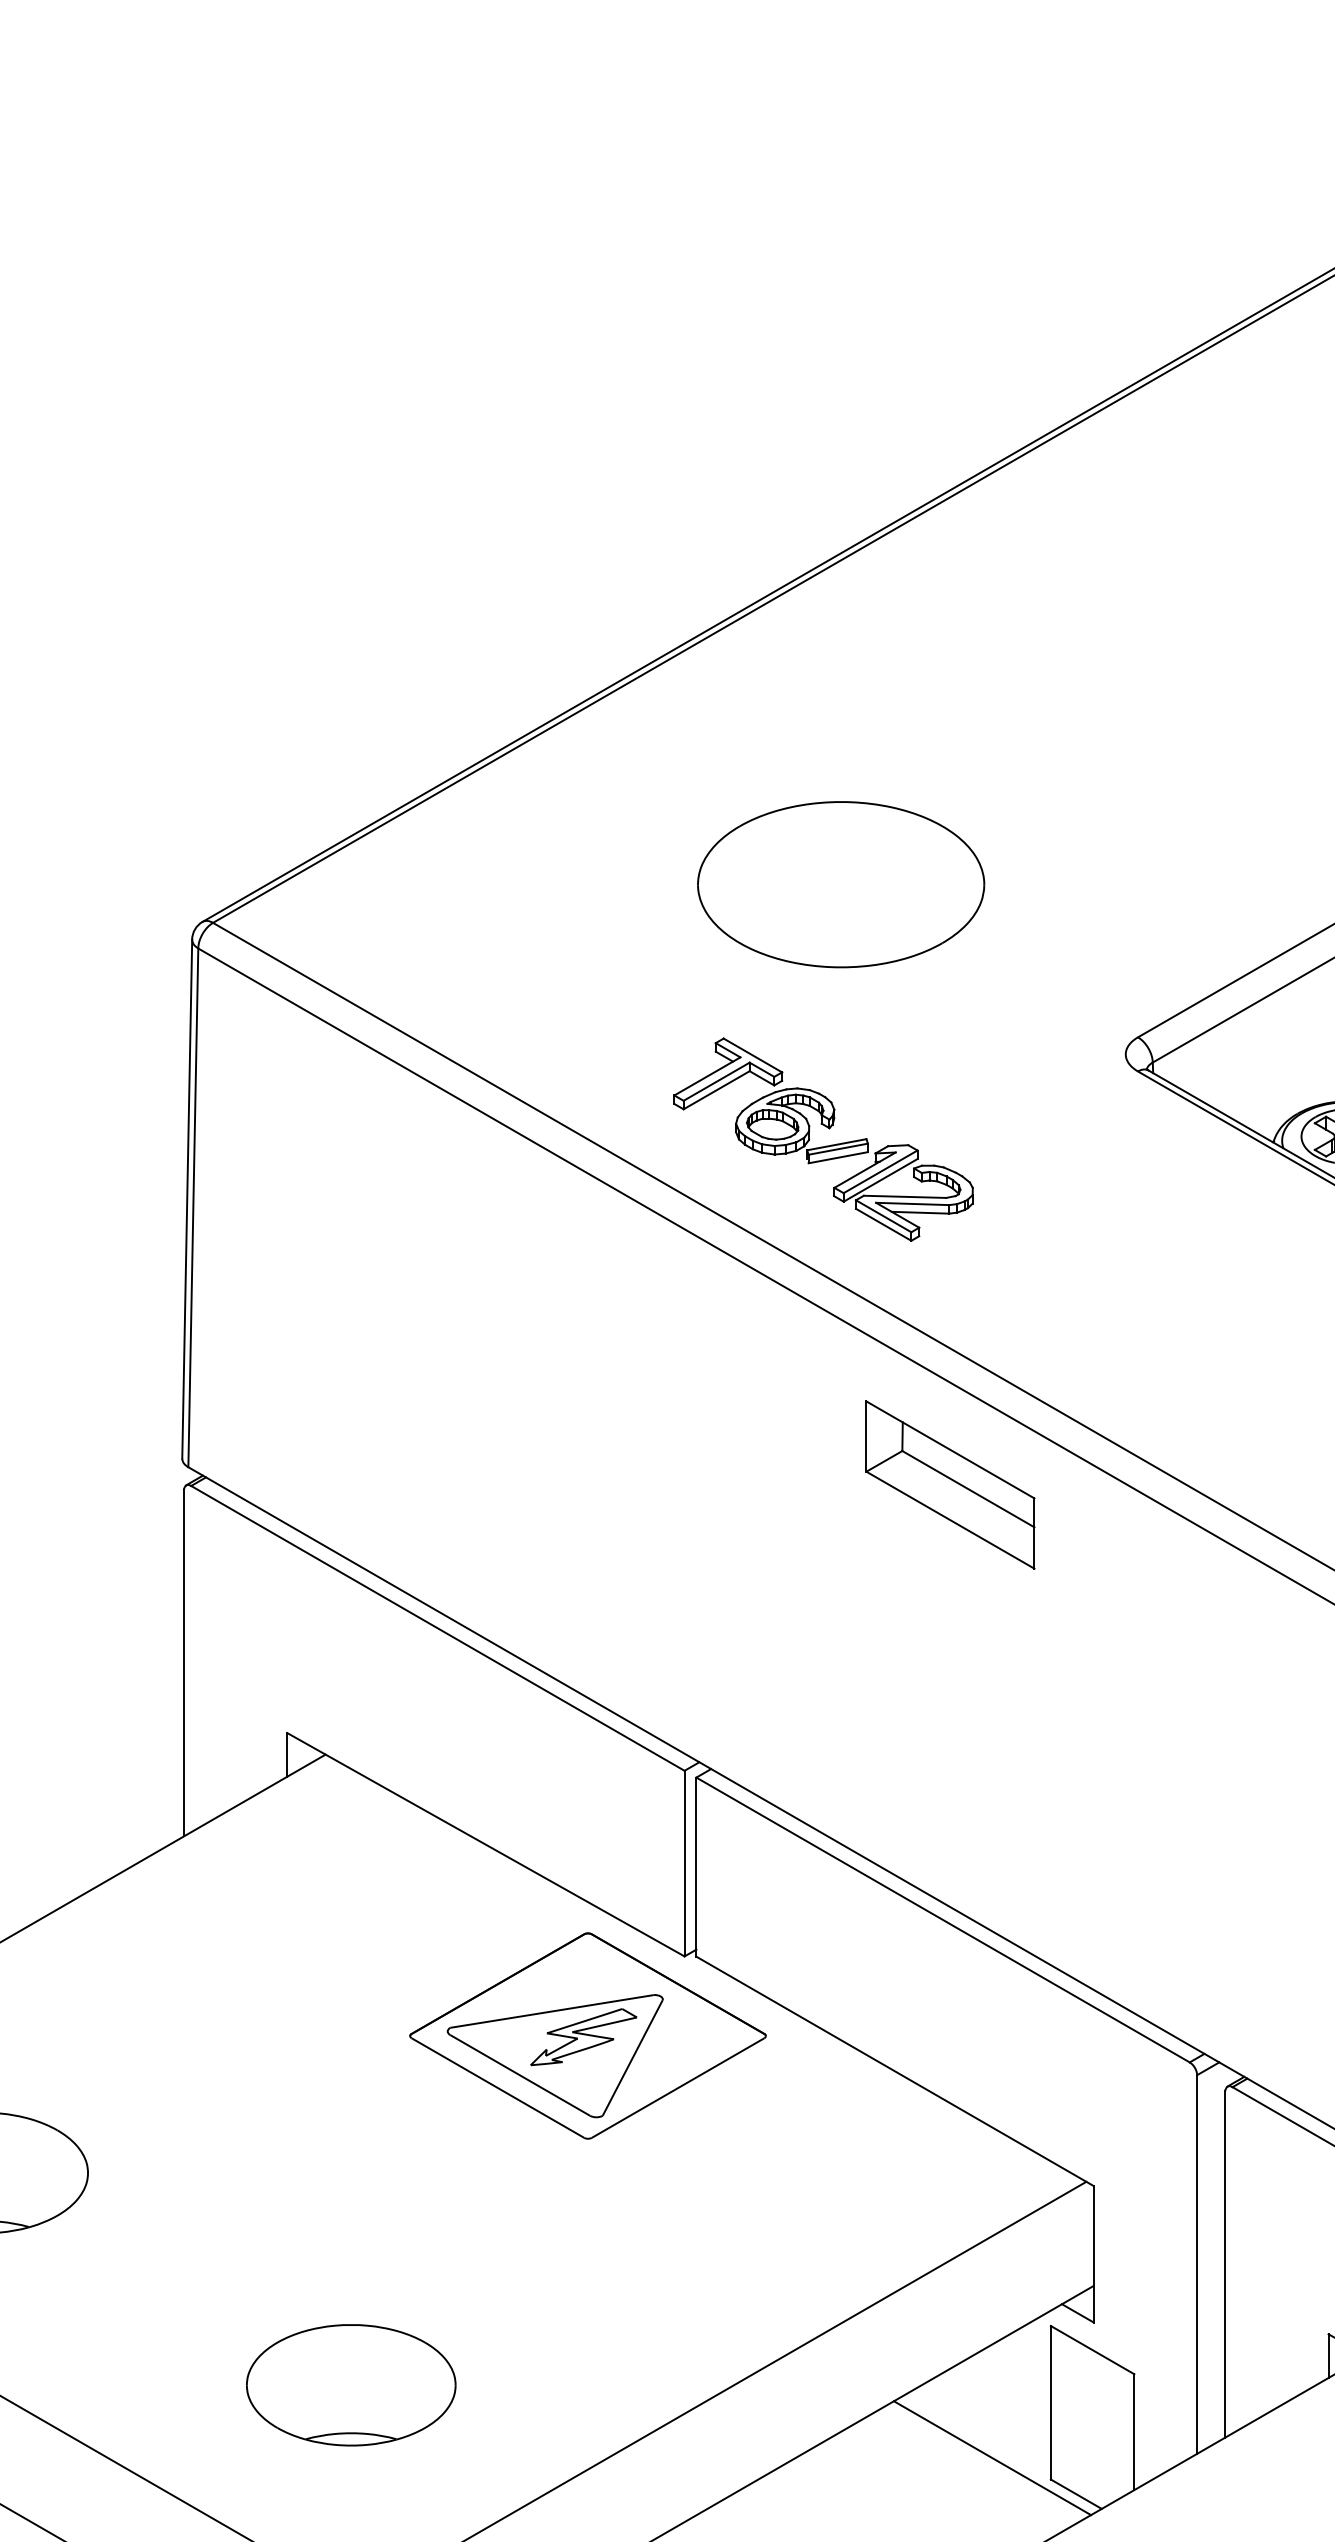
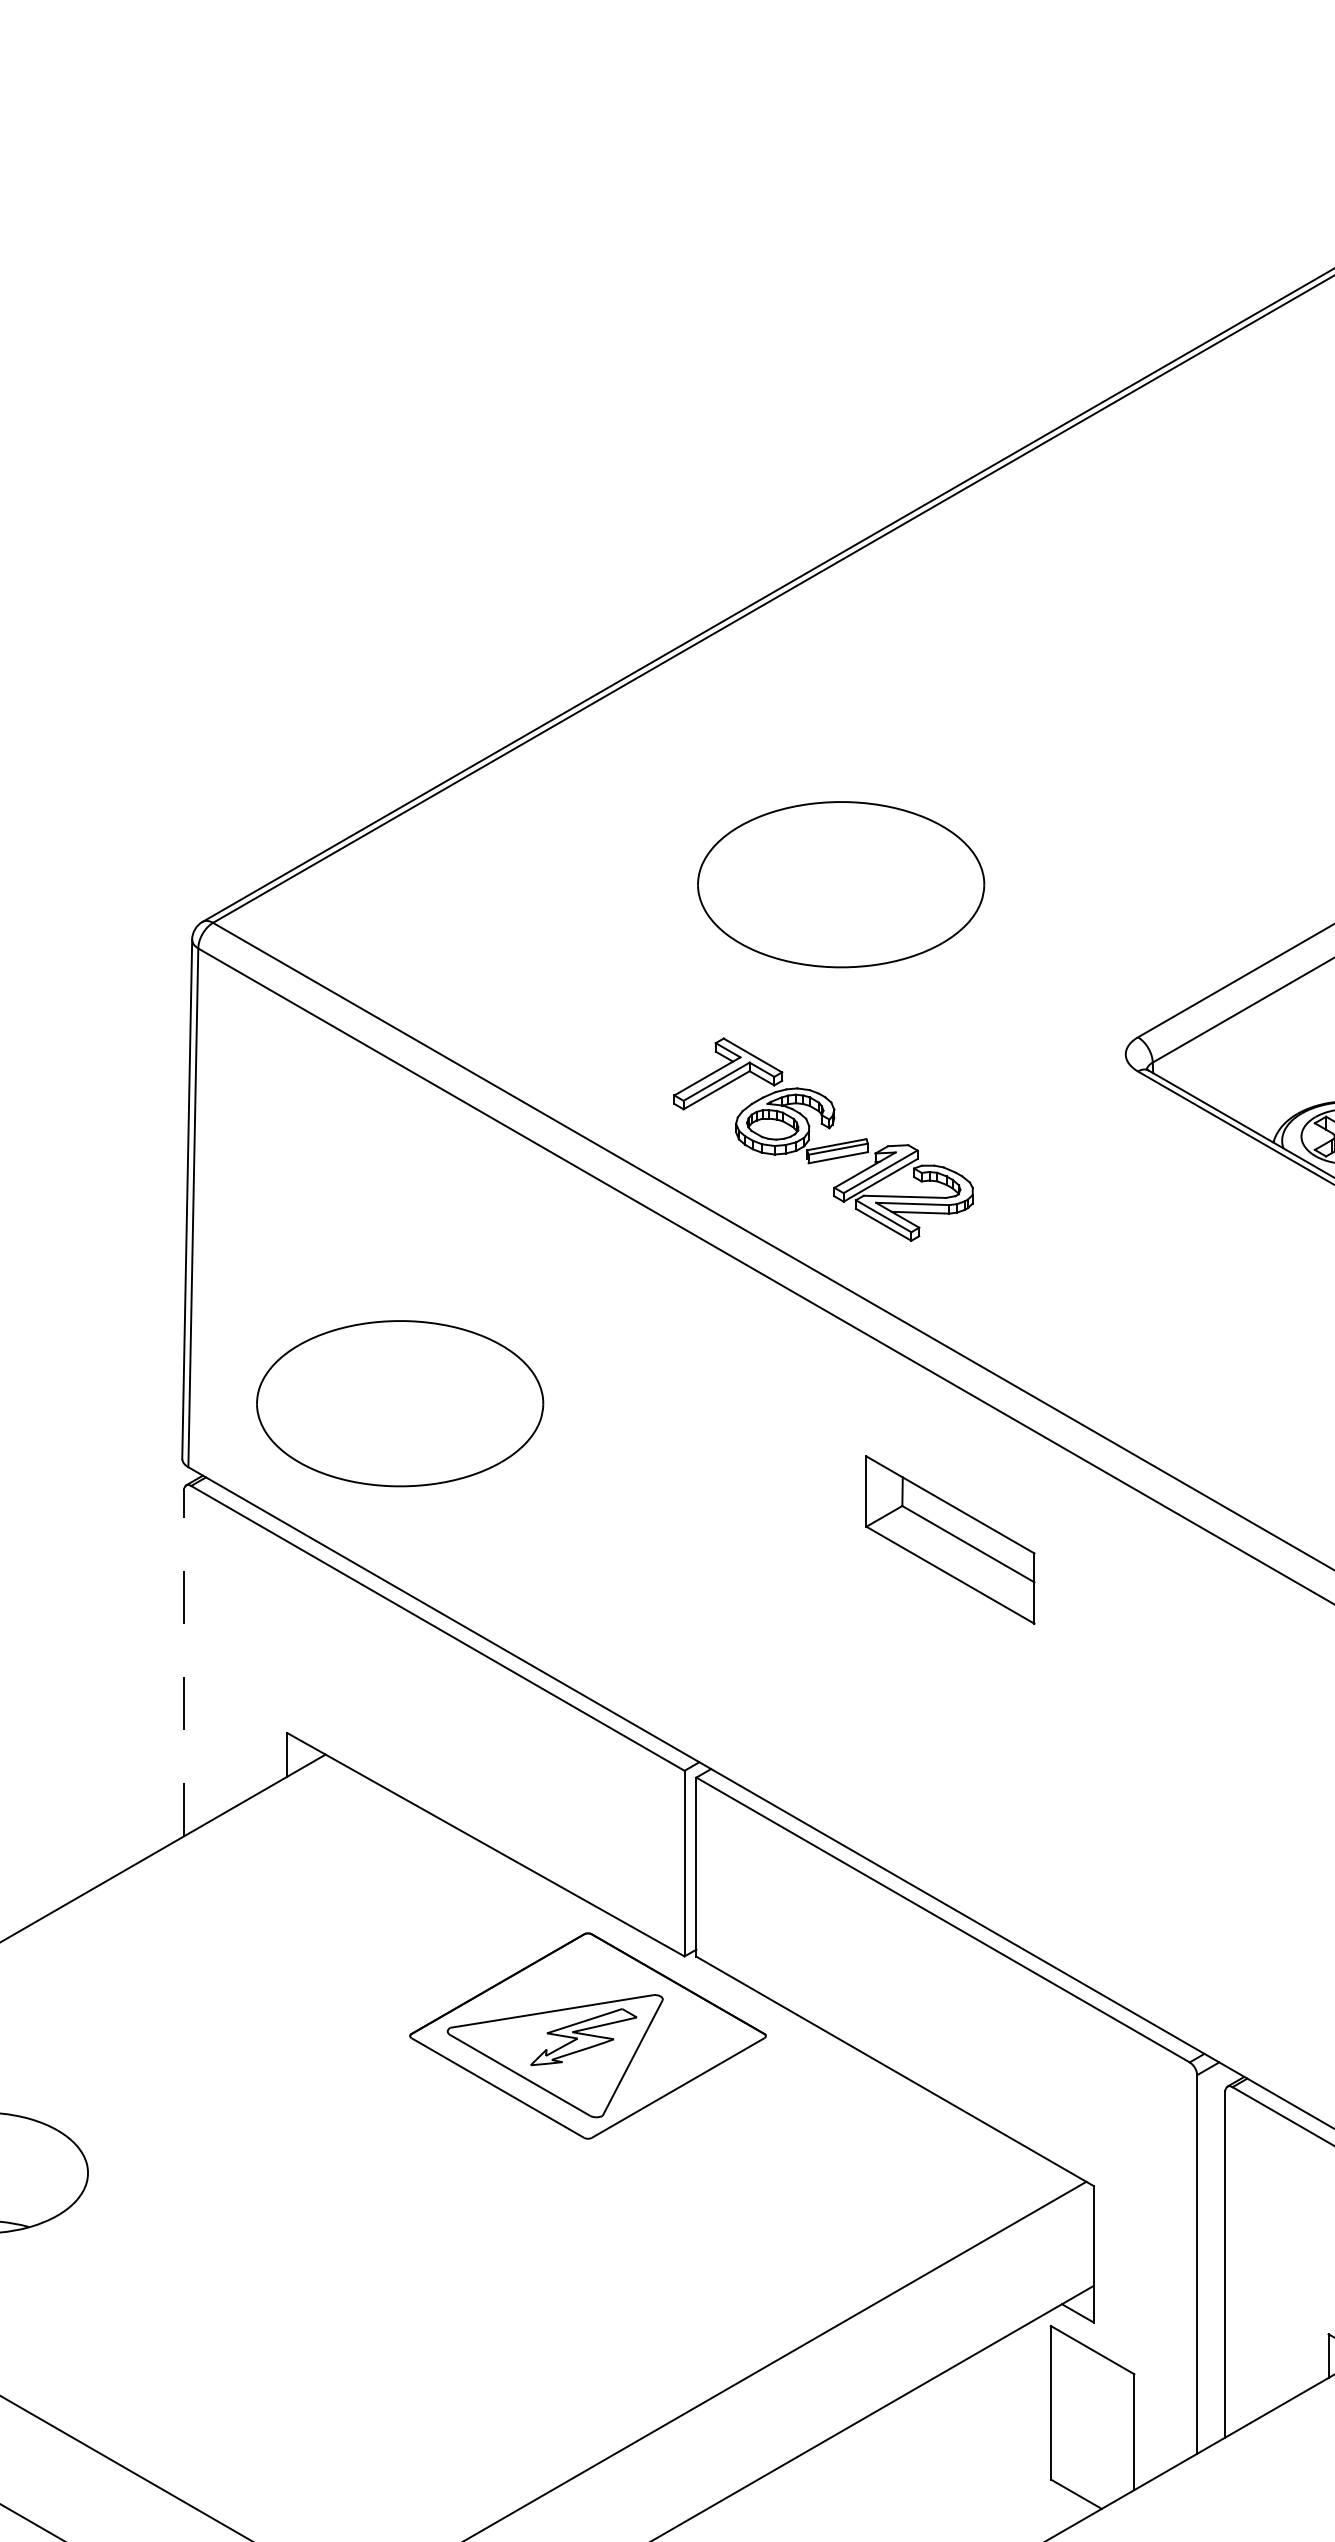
part at (400, 1403): none -> present
part at (950, 1484) position: (950, 1484) -> (950, 1539)
line at (183, 1662): solid -> dashed
part at (351, 2385): present -> none
line at (992, 2458): present -> none
